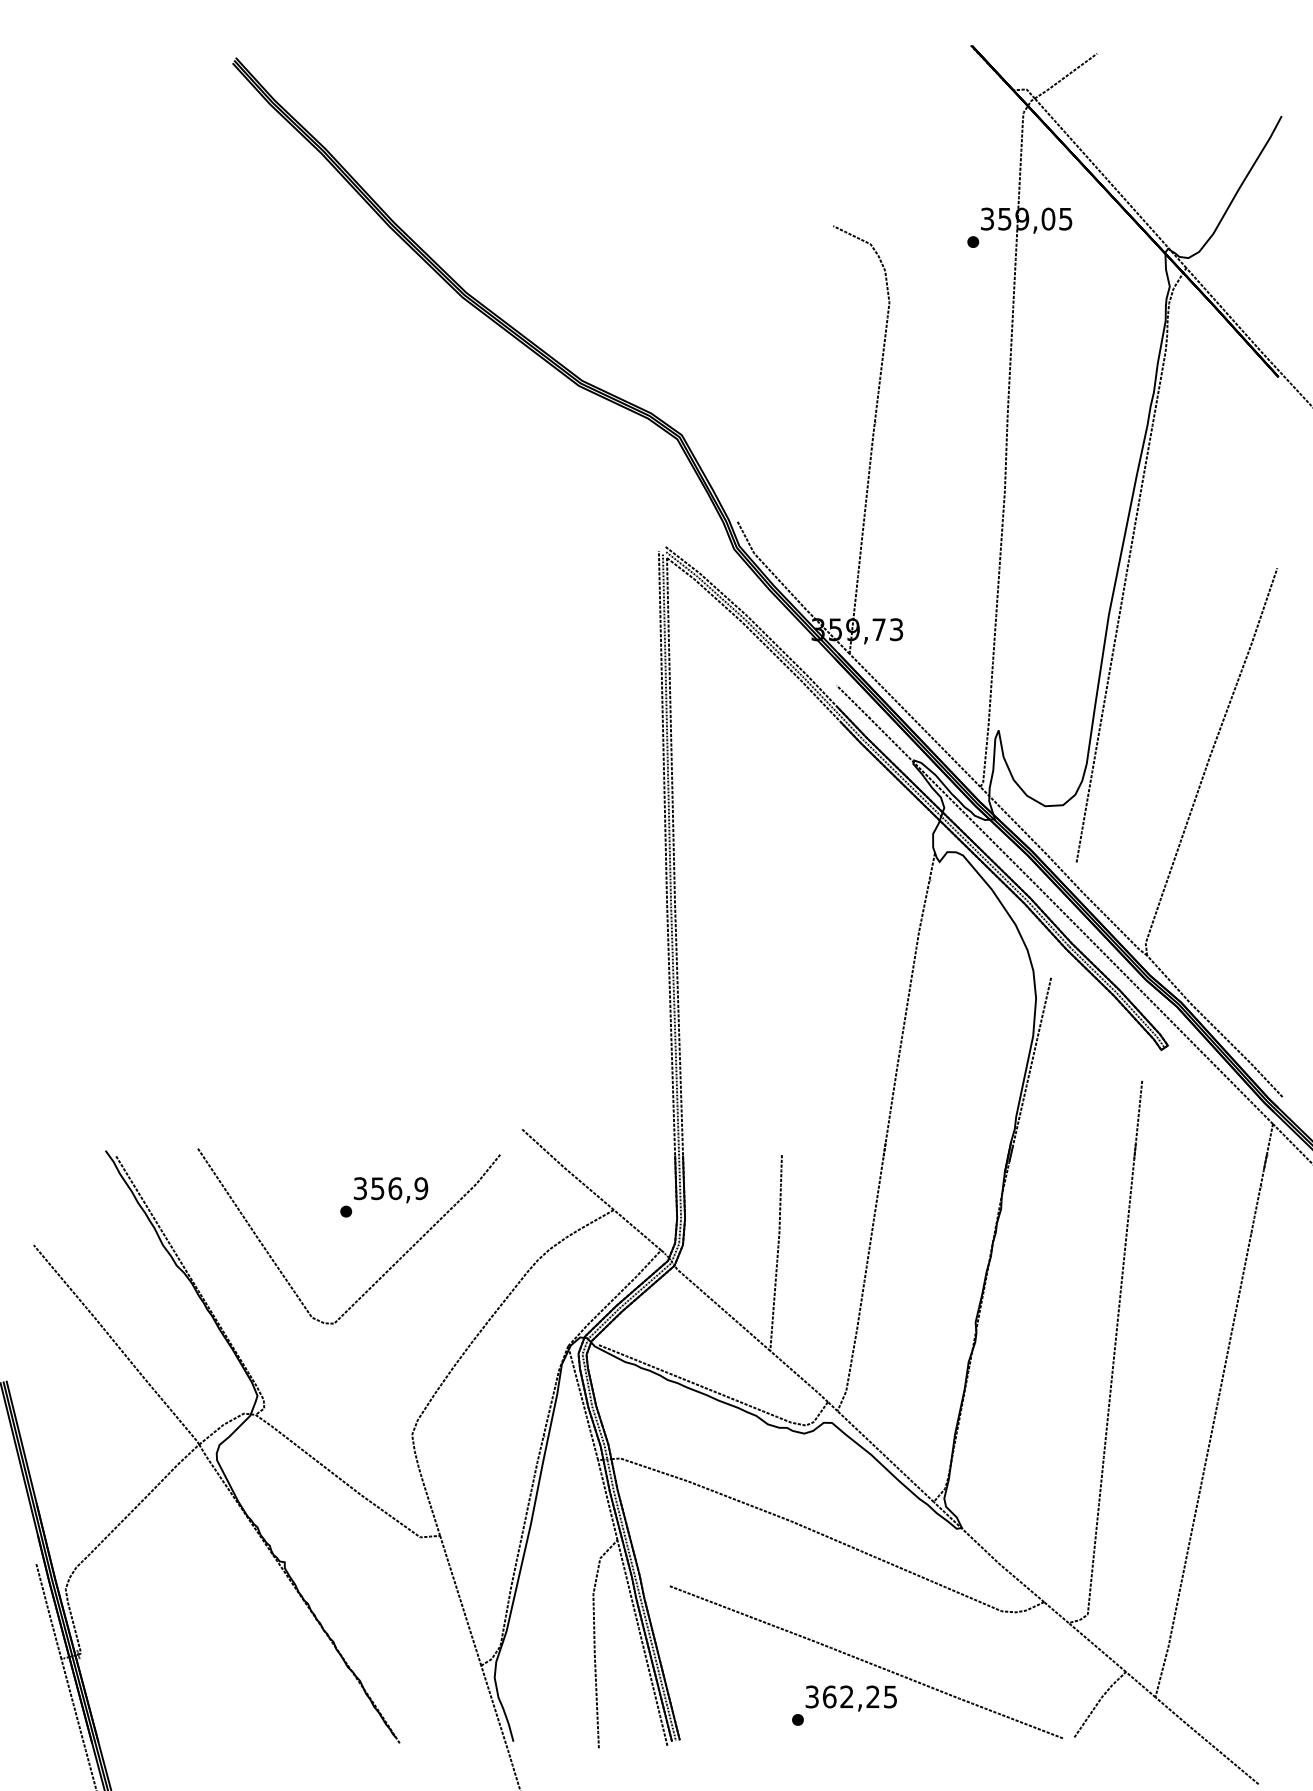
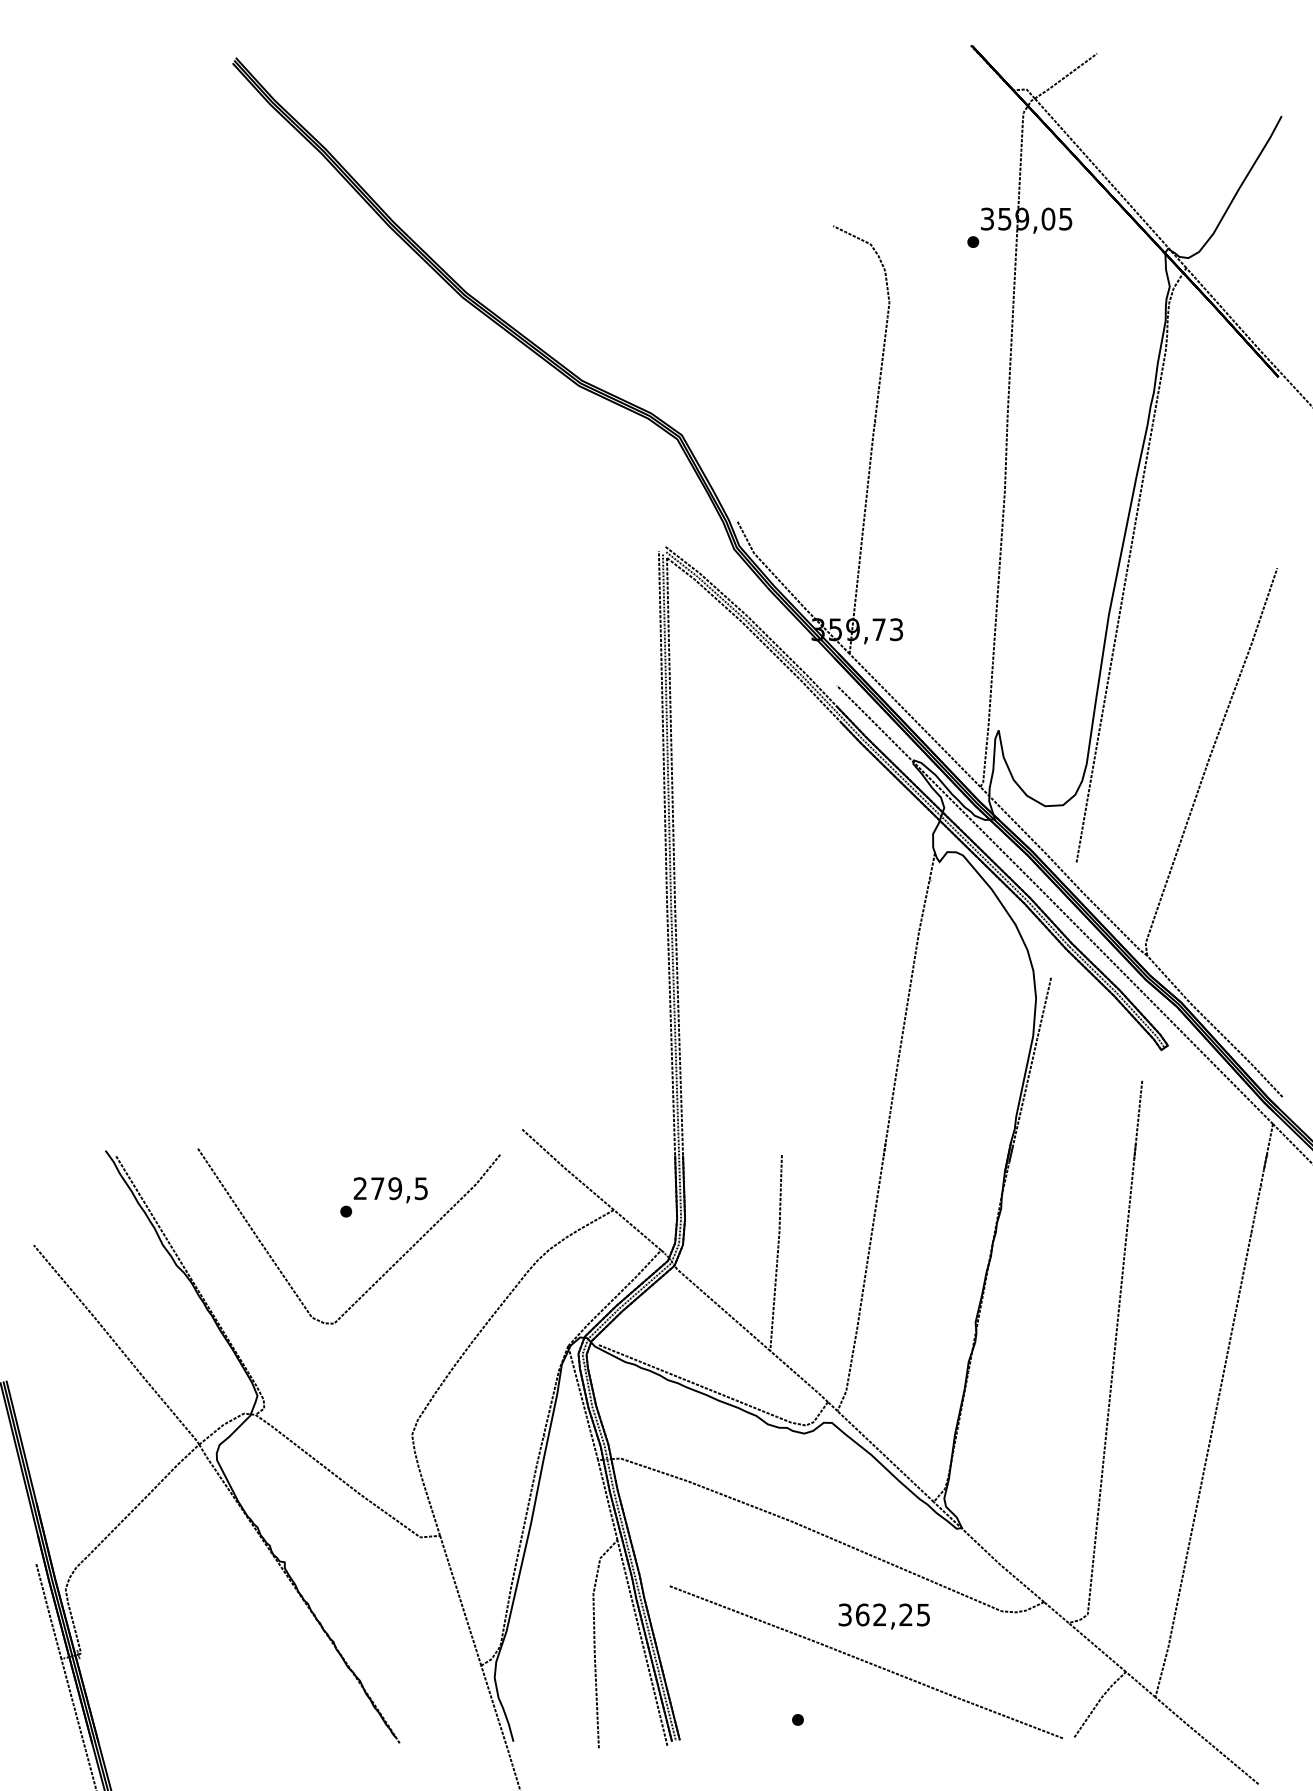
text at (390, 1188): 356,9 -> 279,5
text at (850, 1698) position: (850, 1698) -> (883, 1616)
